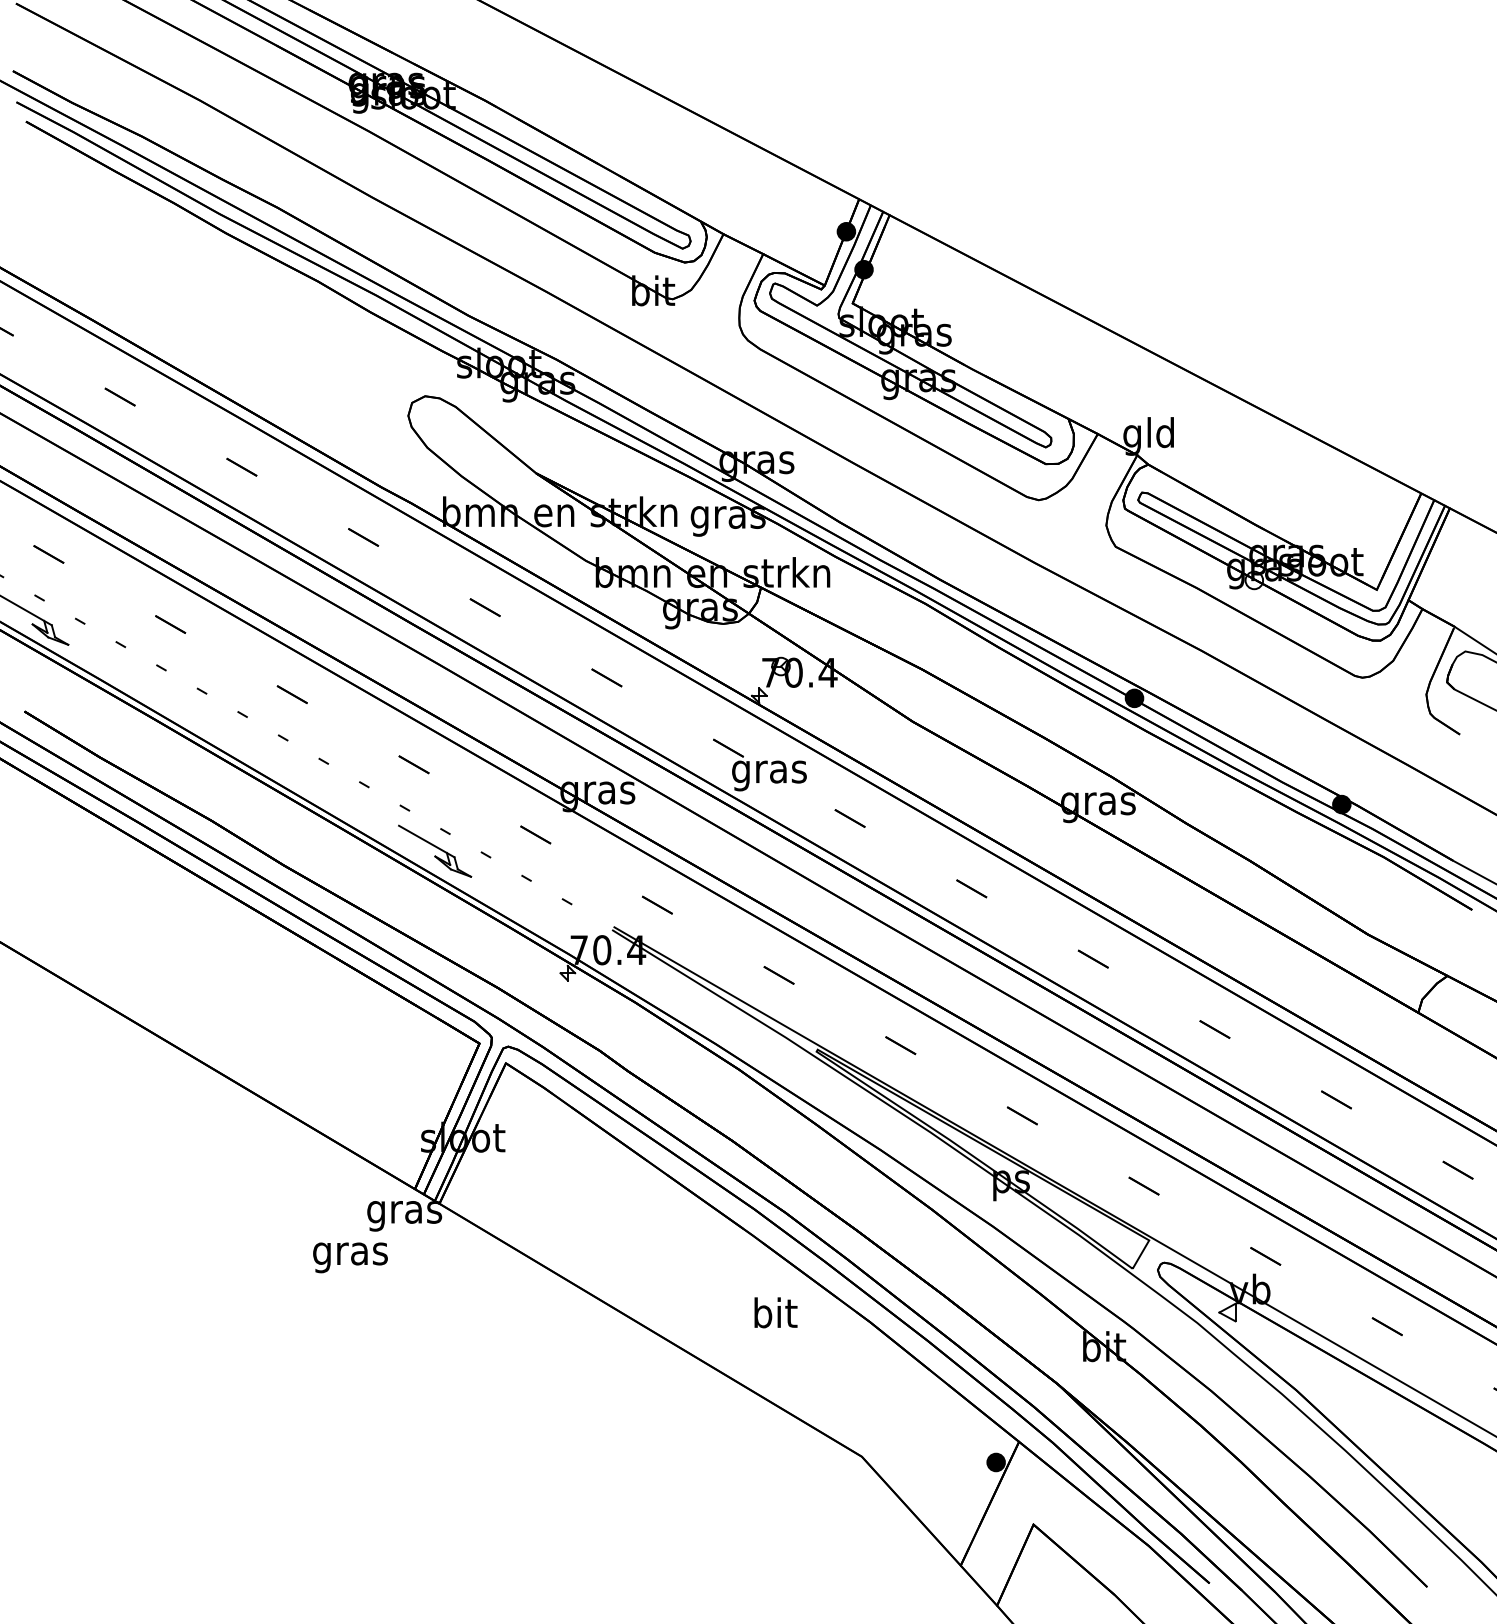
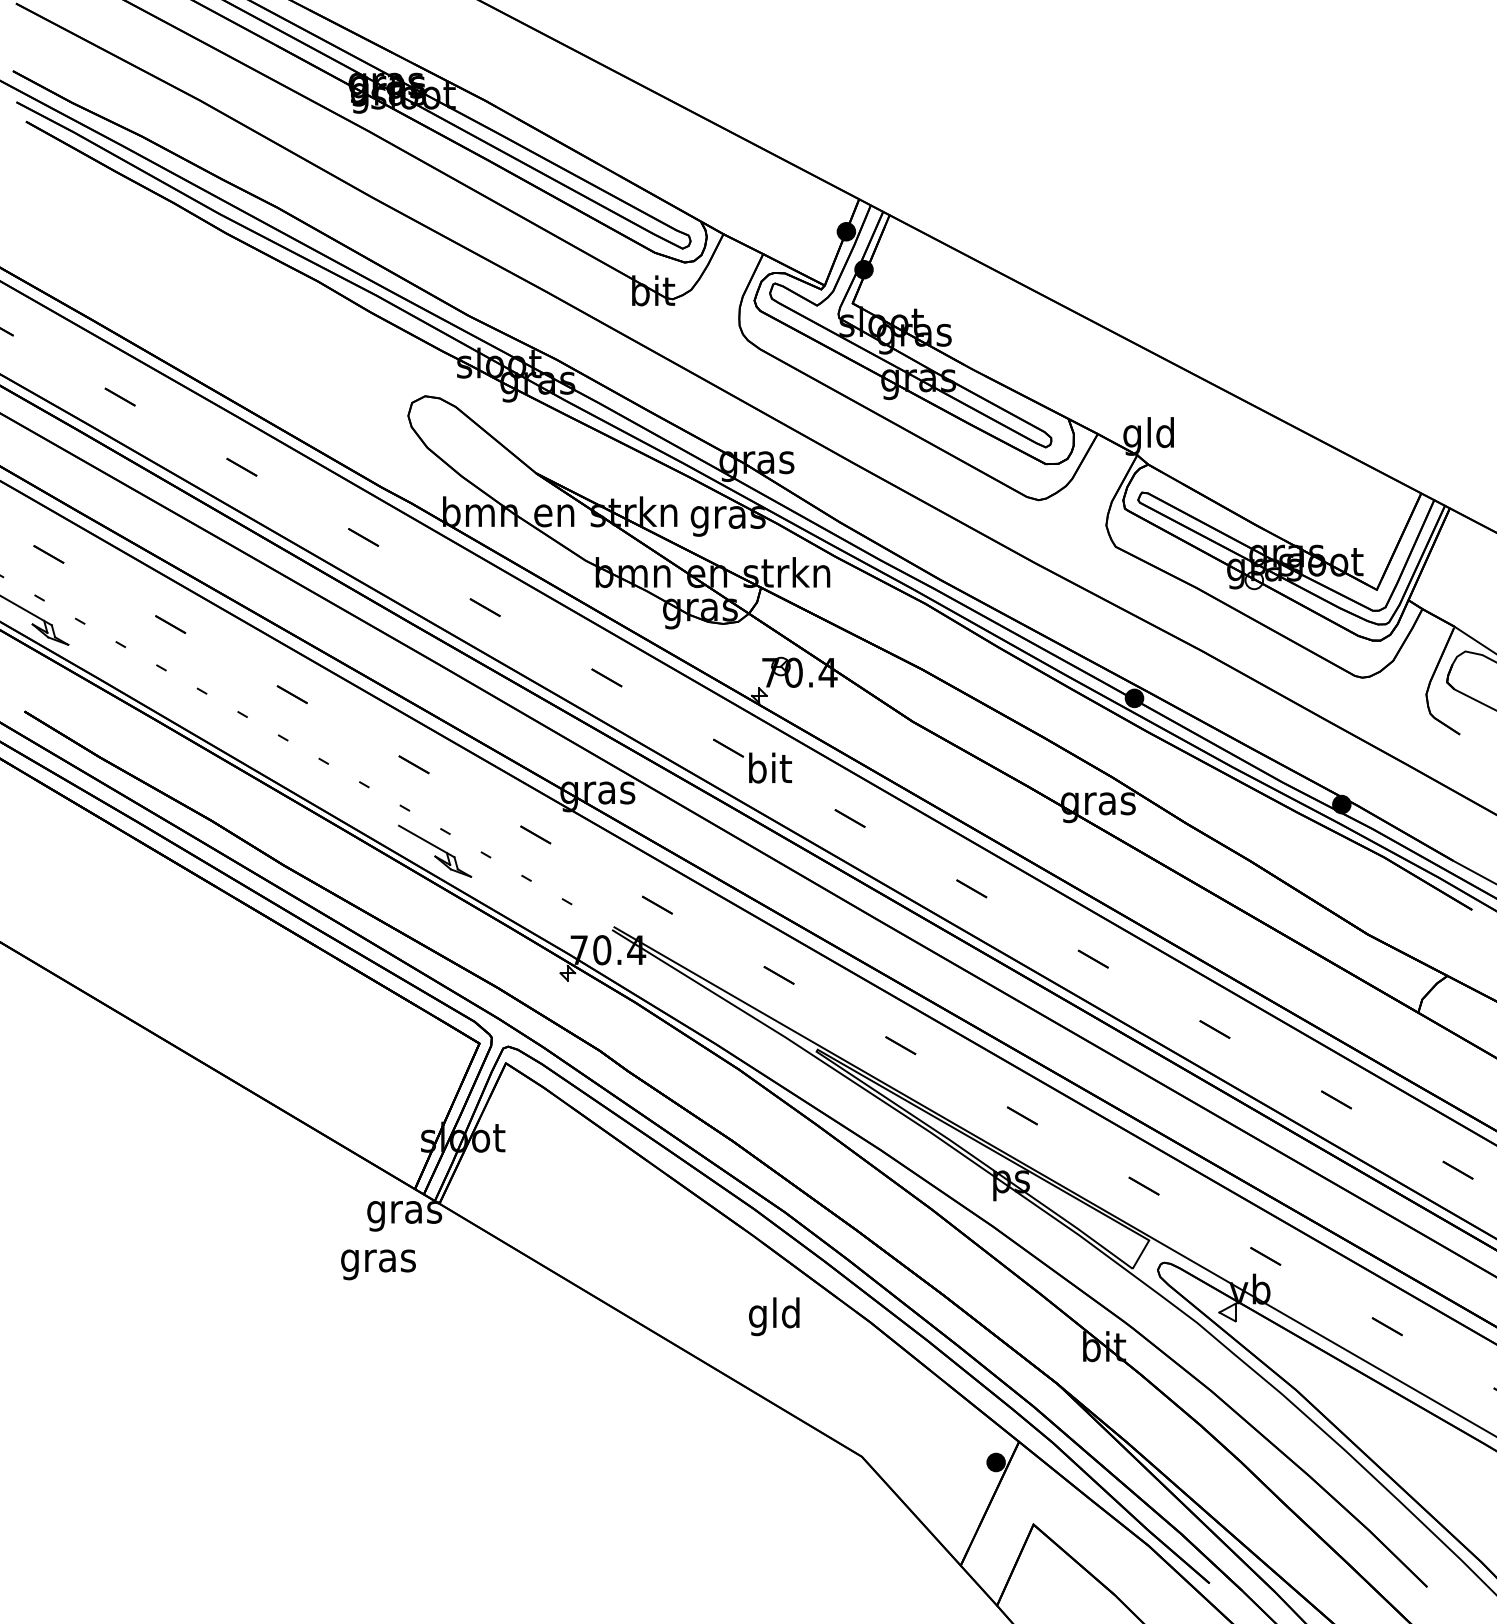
text at (769, 771): gras -> bit
text at (350, 1257) position: (350, 1257) -> (378, 1264)
text at (774, 1316): bit -> gld
